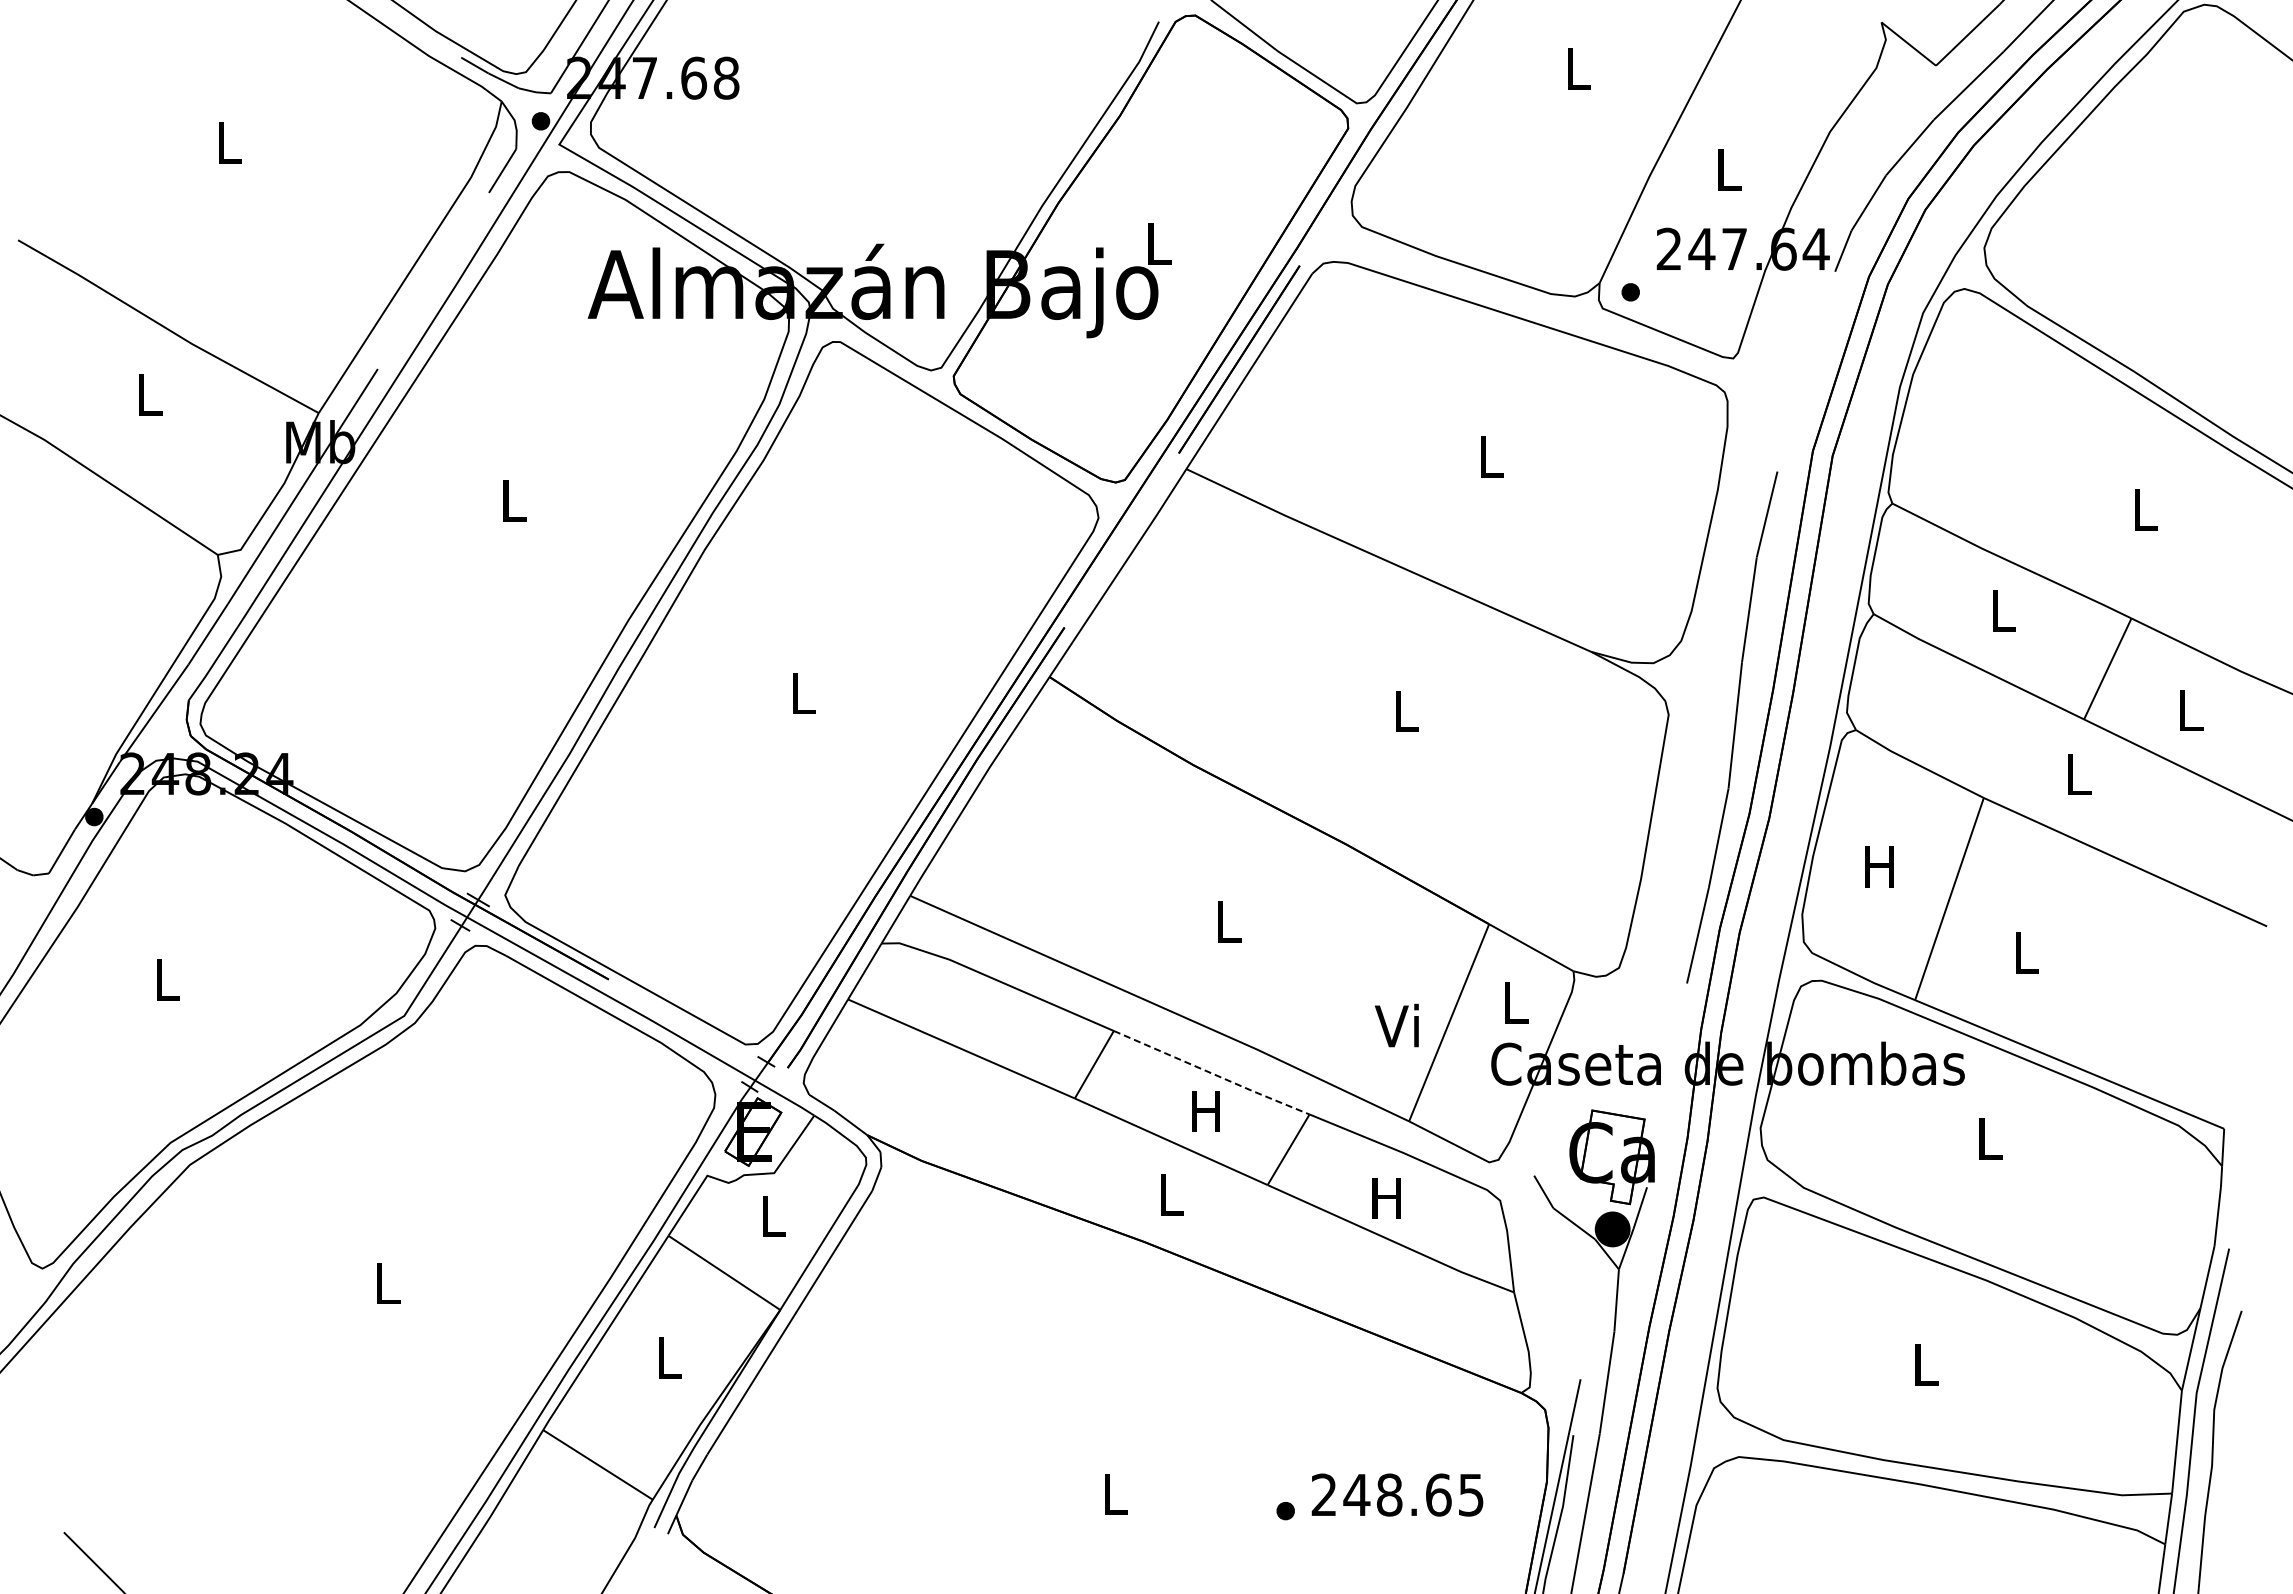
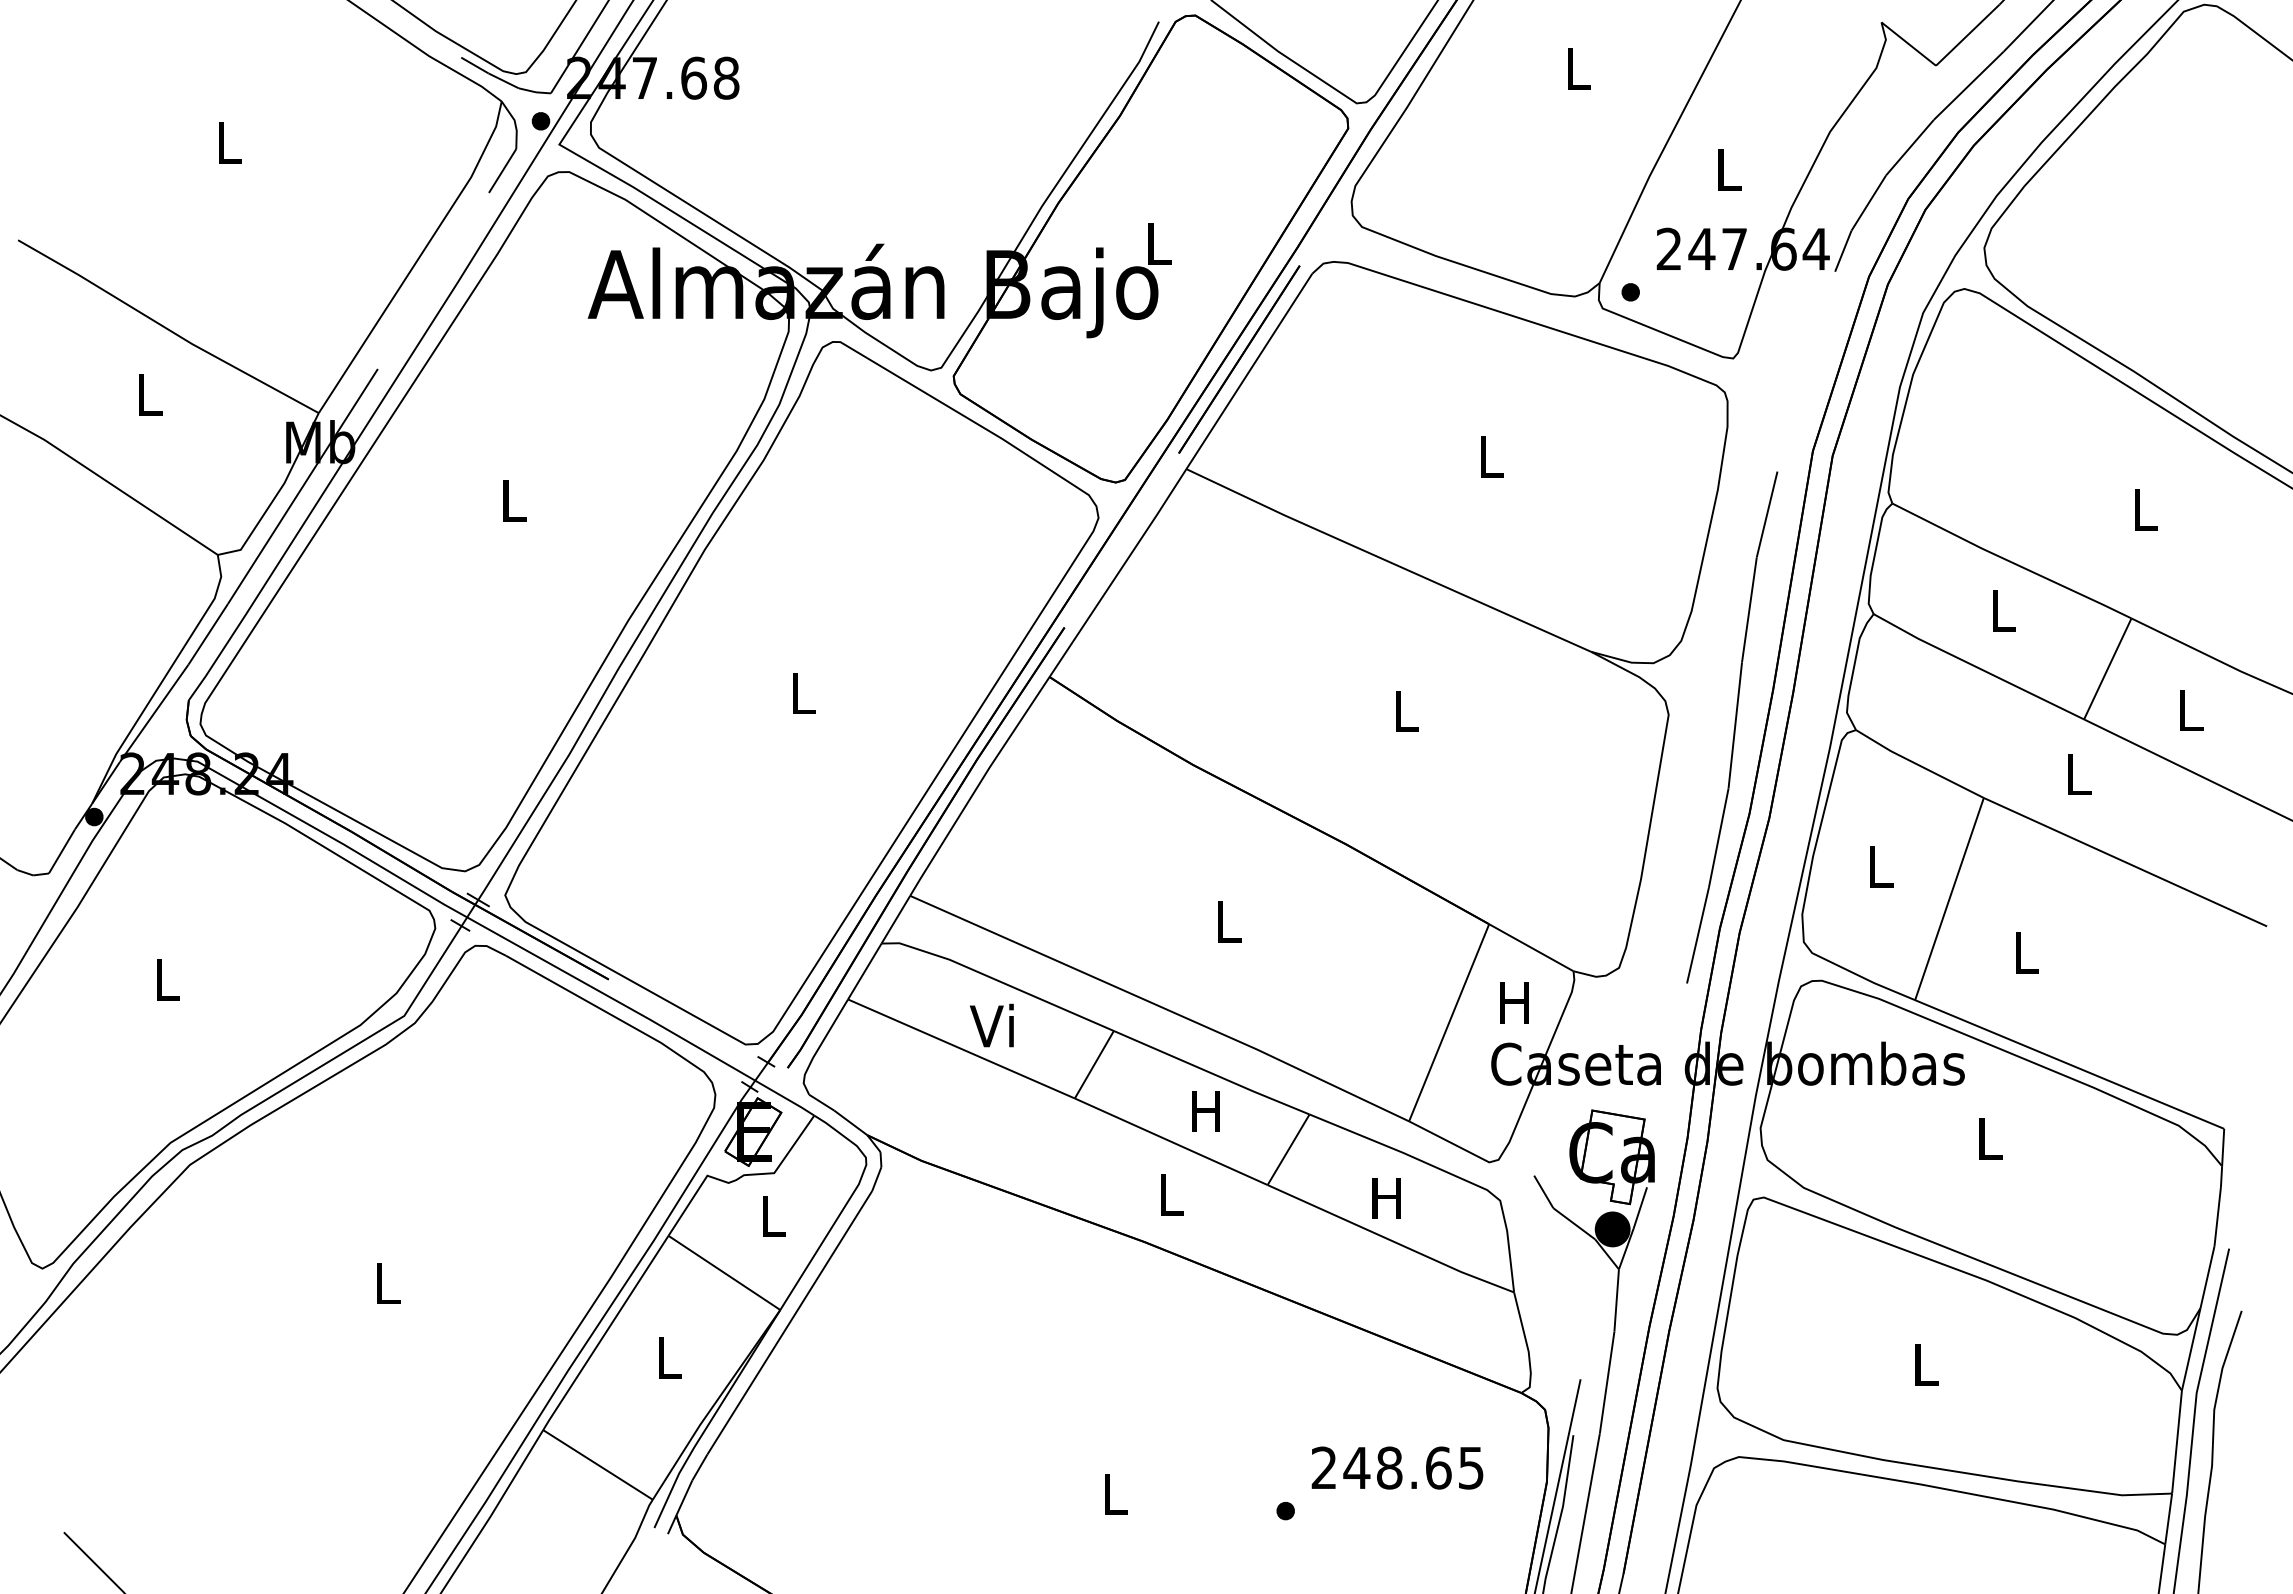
text at (1879, 866): H -> L
text at (1514, 1002): L -> H
text at (1396, 1025) position: (1396, 1025) -> (991, 1025)
line at (1212, 1073): dashed -> solid
text at (1397, 1494) position: (1397, 1494) -> (1397, 1467)
